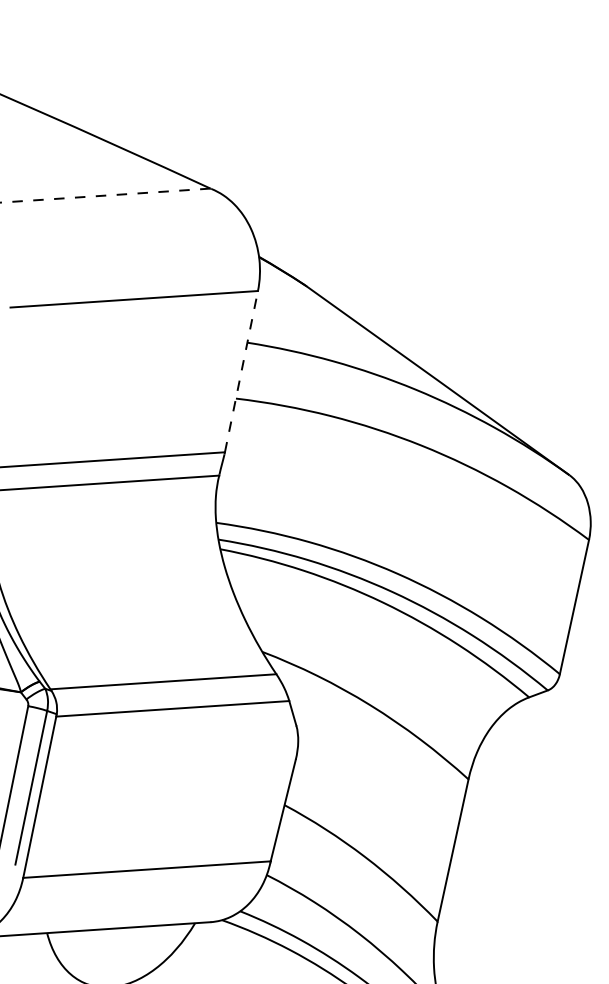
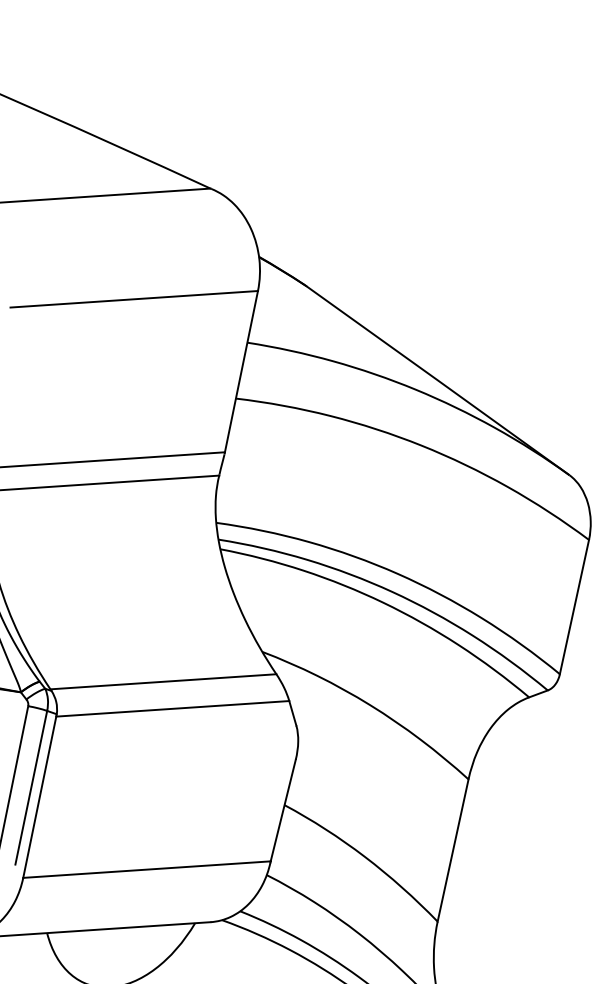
line at (104, 195): dashed -> solid
line at (241, 371): dashed -> solid
